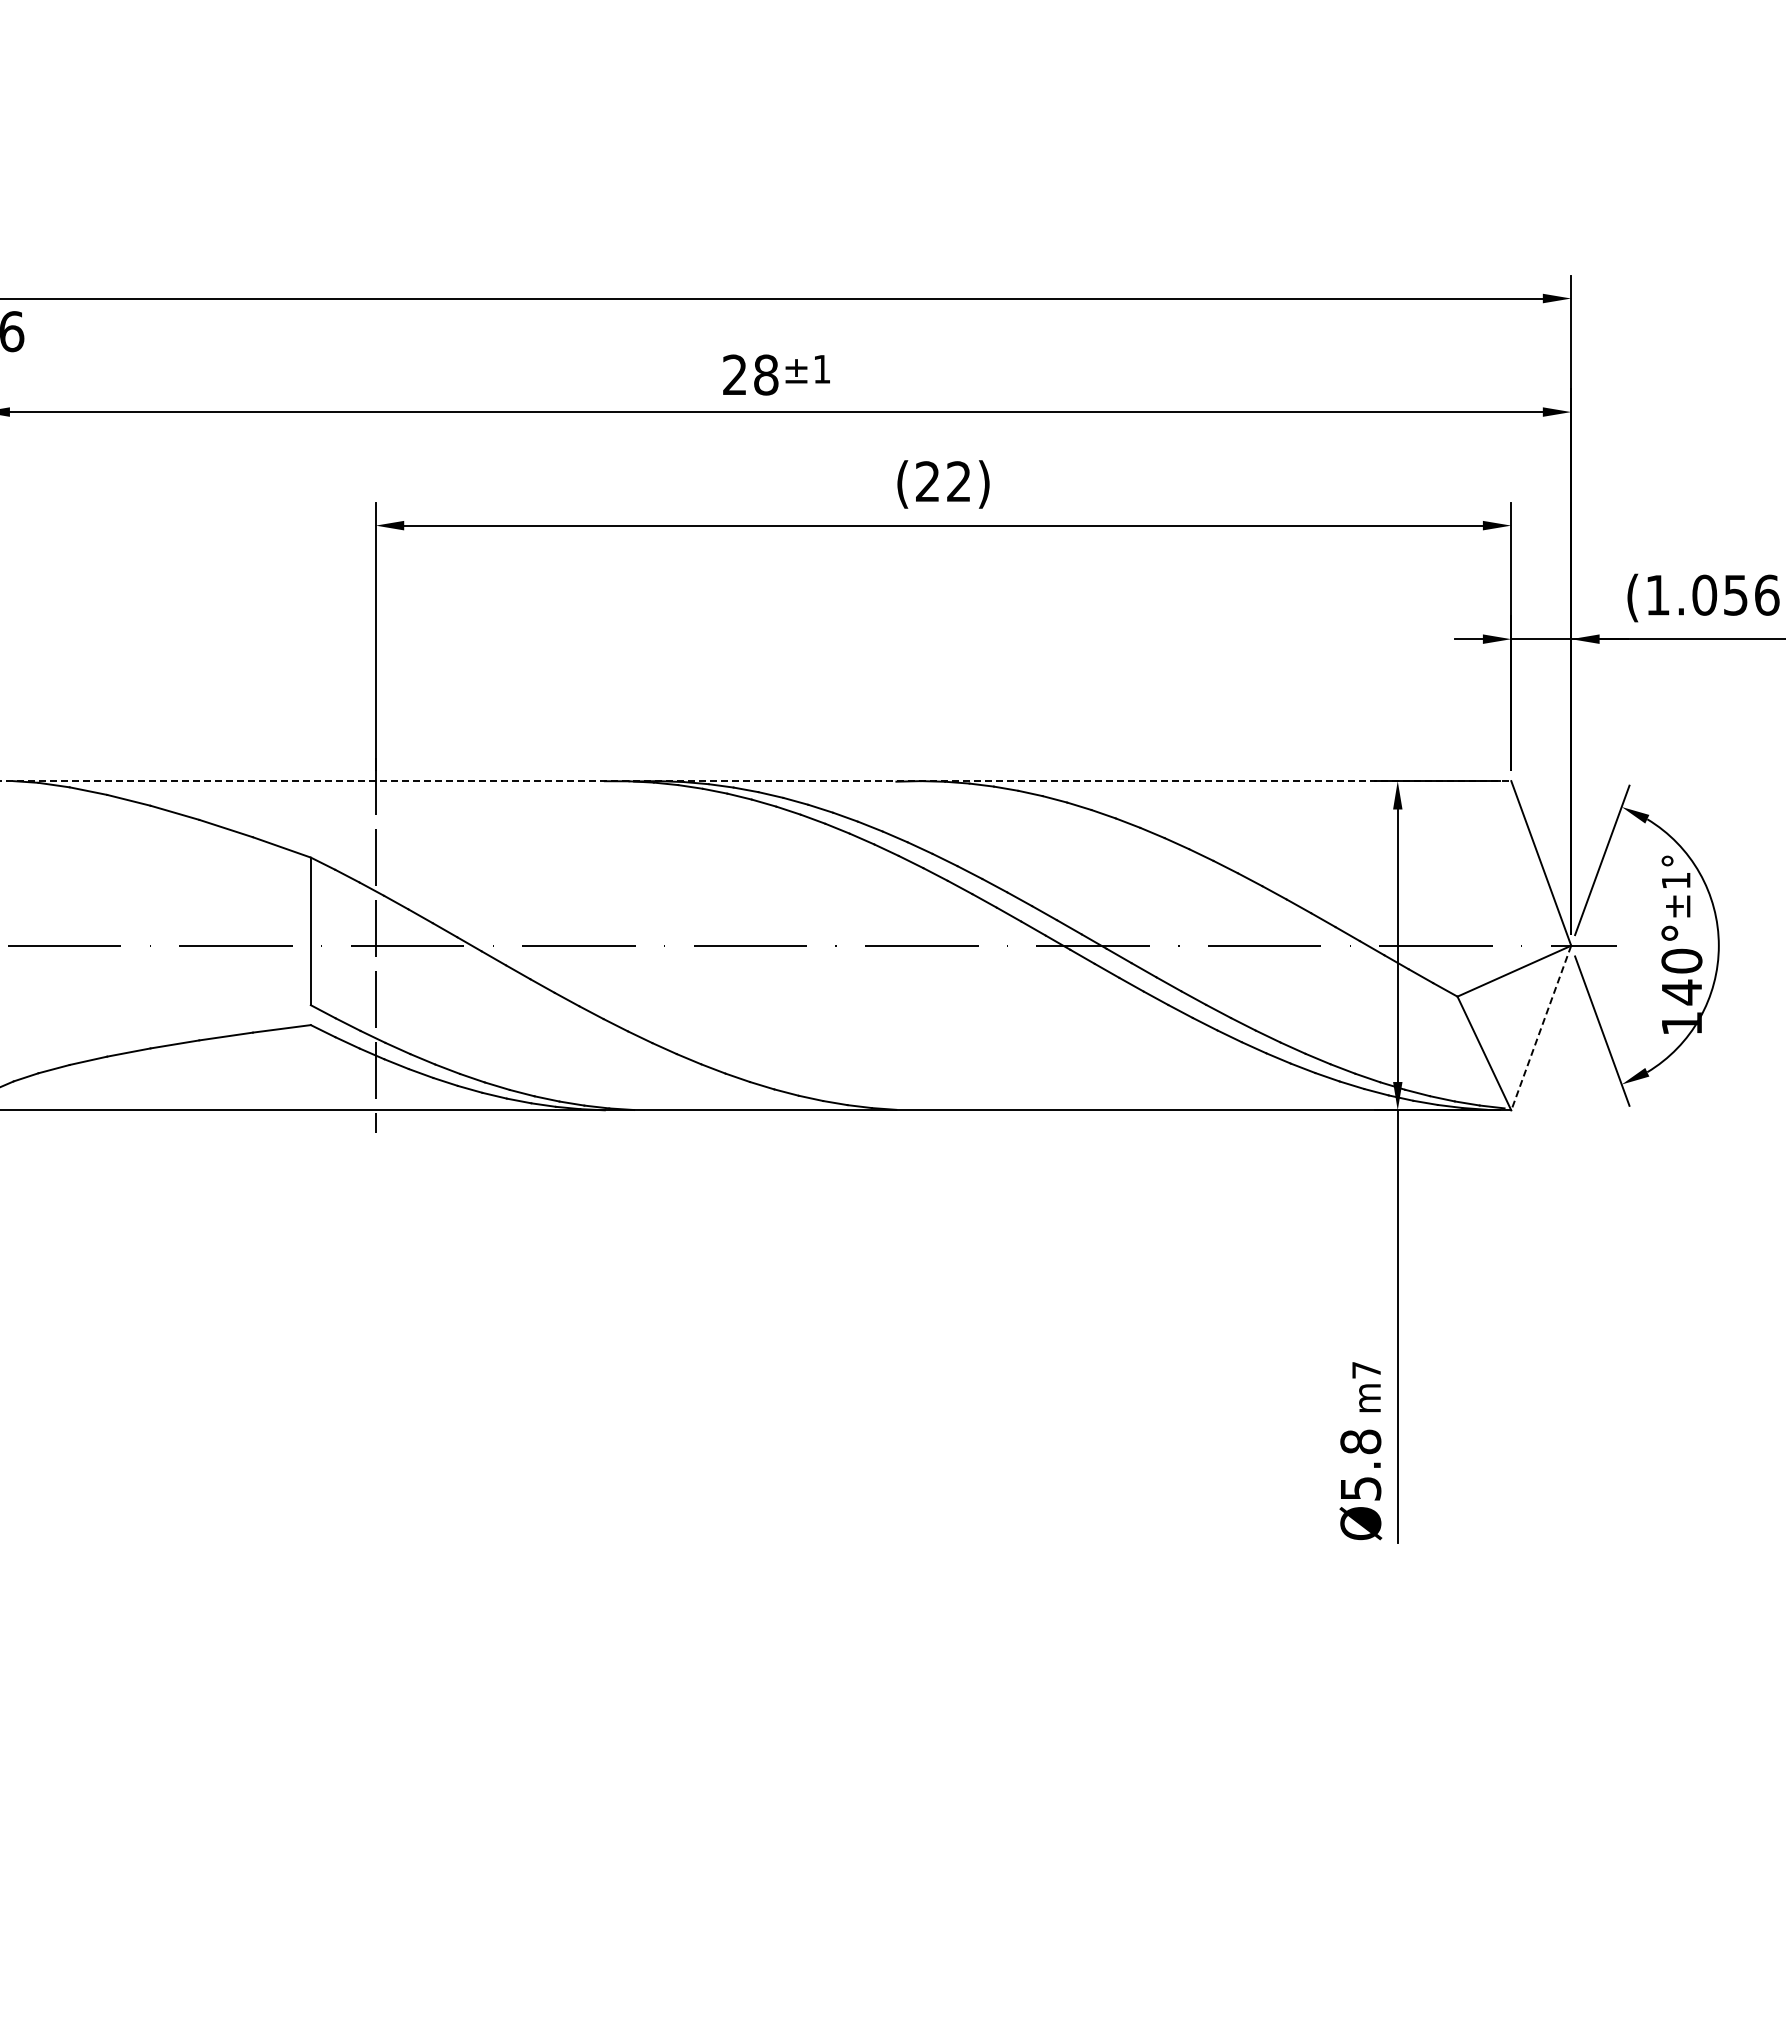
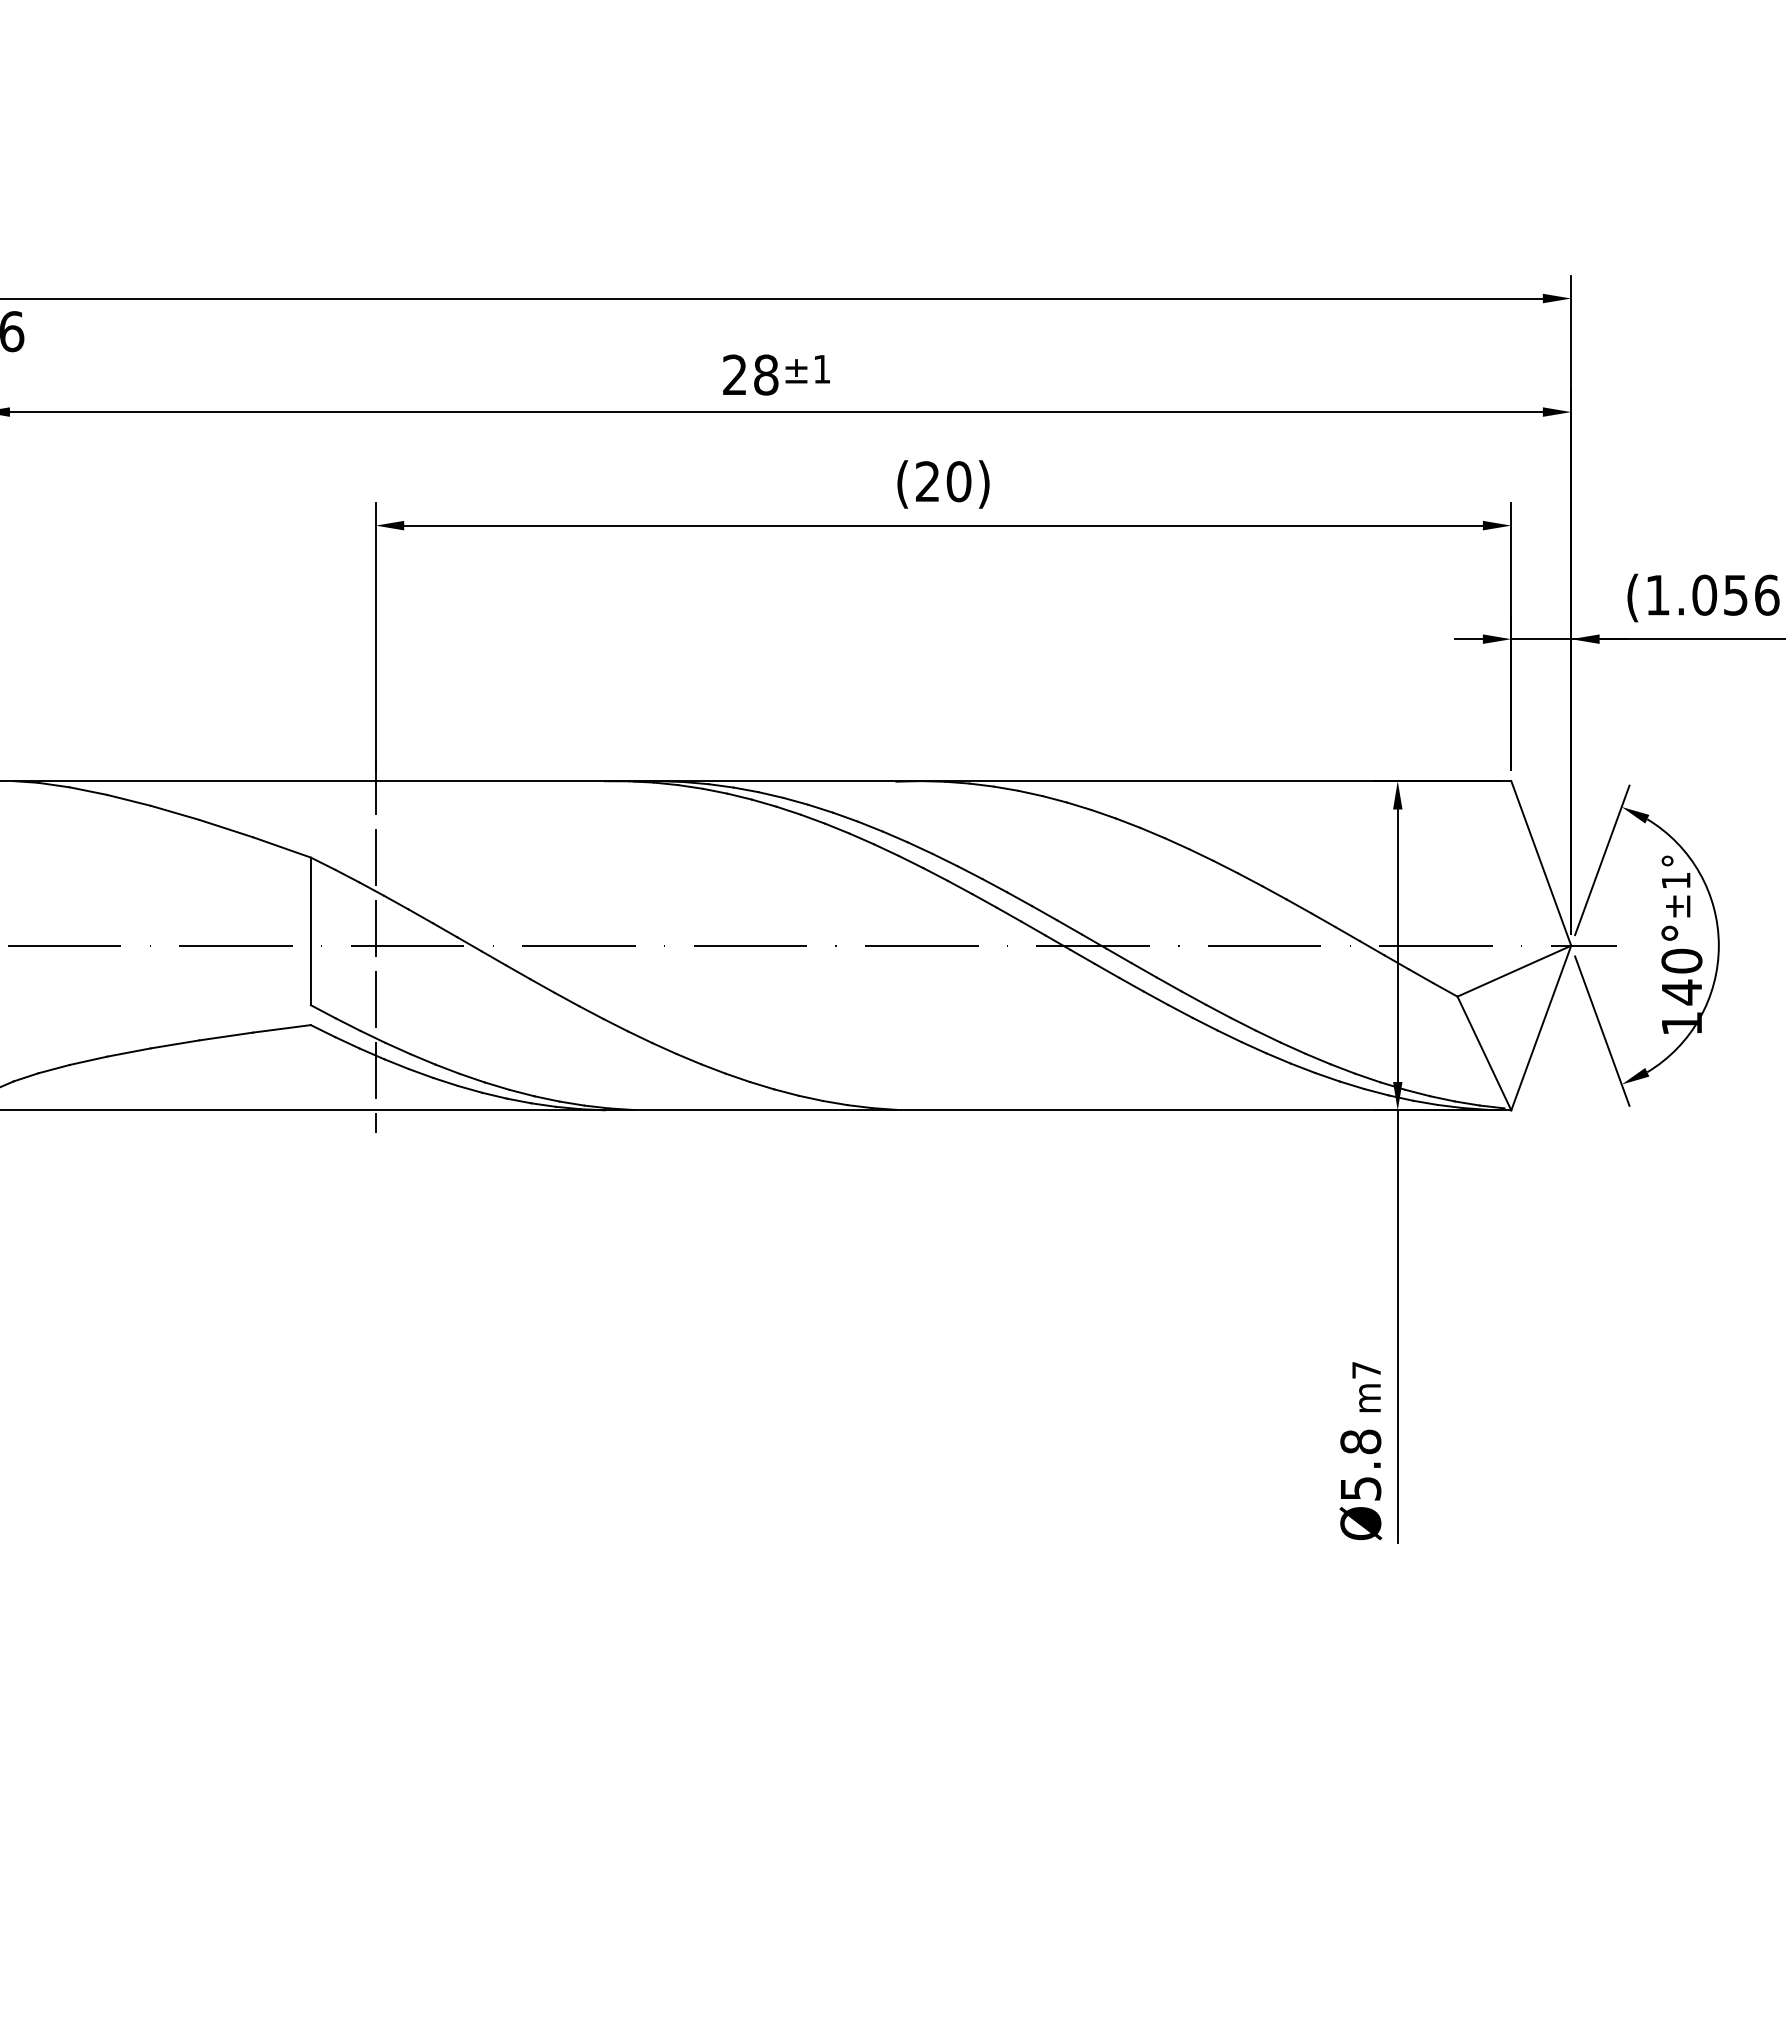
text at (958, 481): (22) -> (20)
line at (756, 781): dashed -> solid
line at (1541, 1028): dashed -> solid
